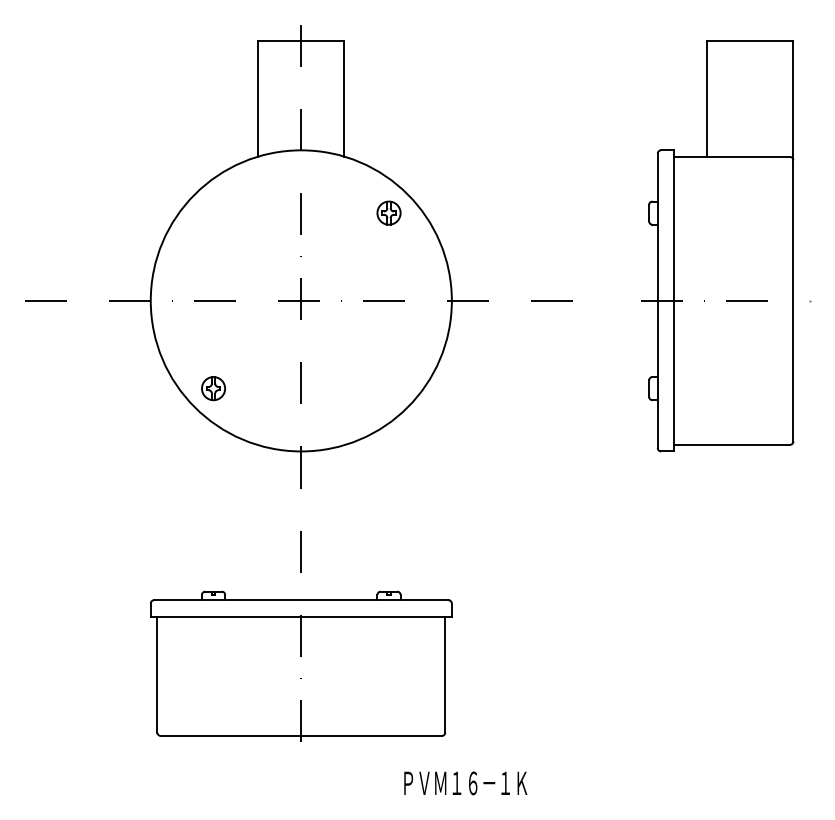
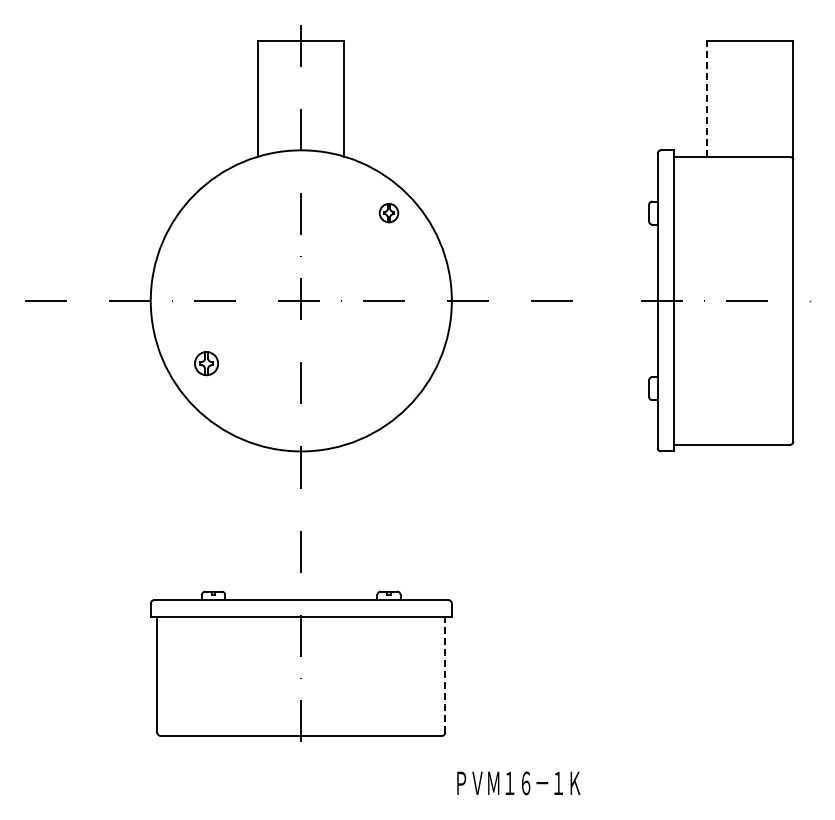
line at (707, 99): solid -> dashed
part at (388, 212) size: 26x26 px -> 22x21 px
part at (213, 388) position: (213, 388) -> (206, 363)
line at (445, 674): solid -> dashed
text at (465, 783) position: (465, 783) -> (518, 783)
